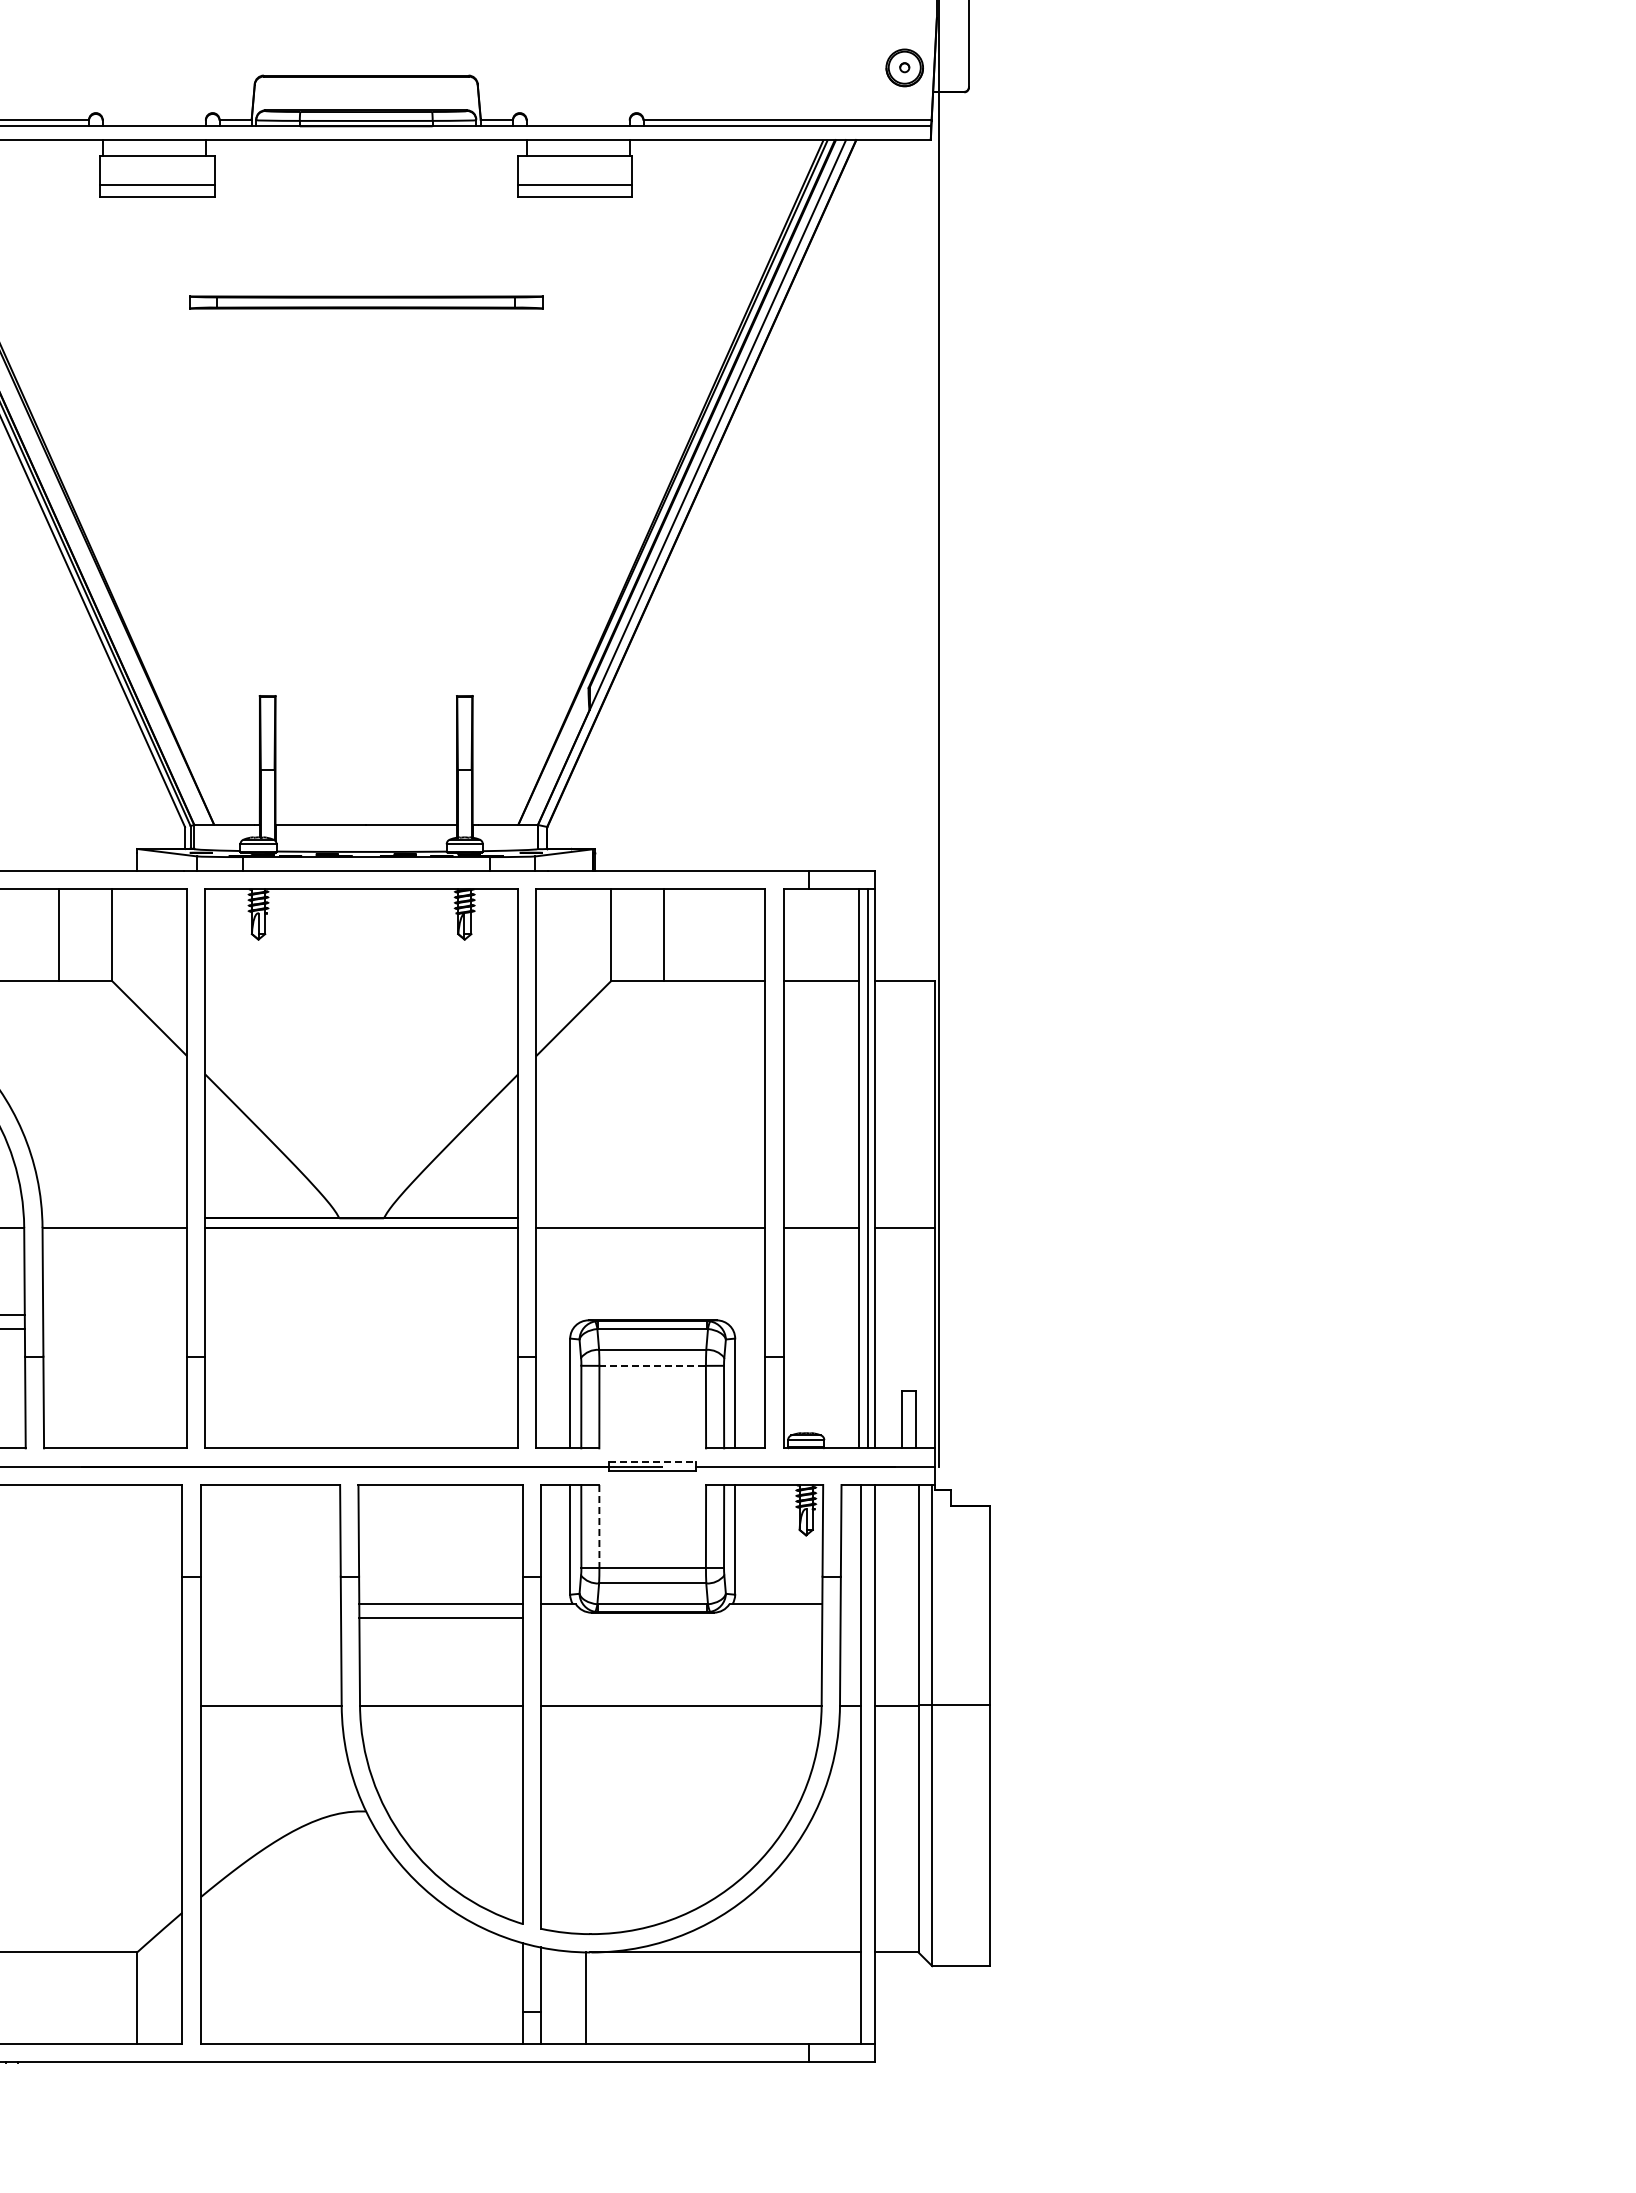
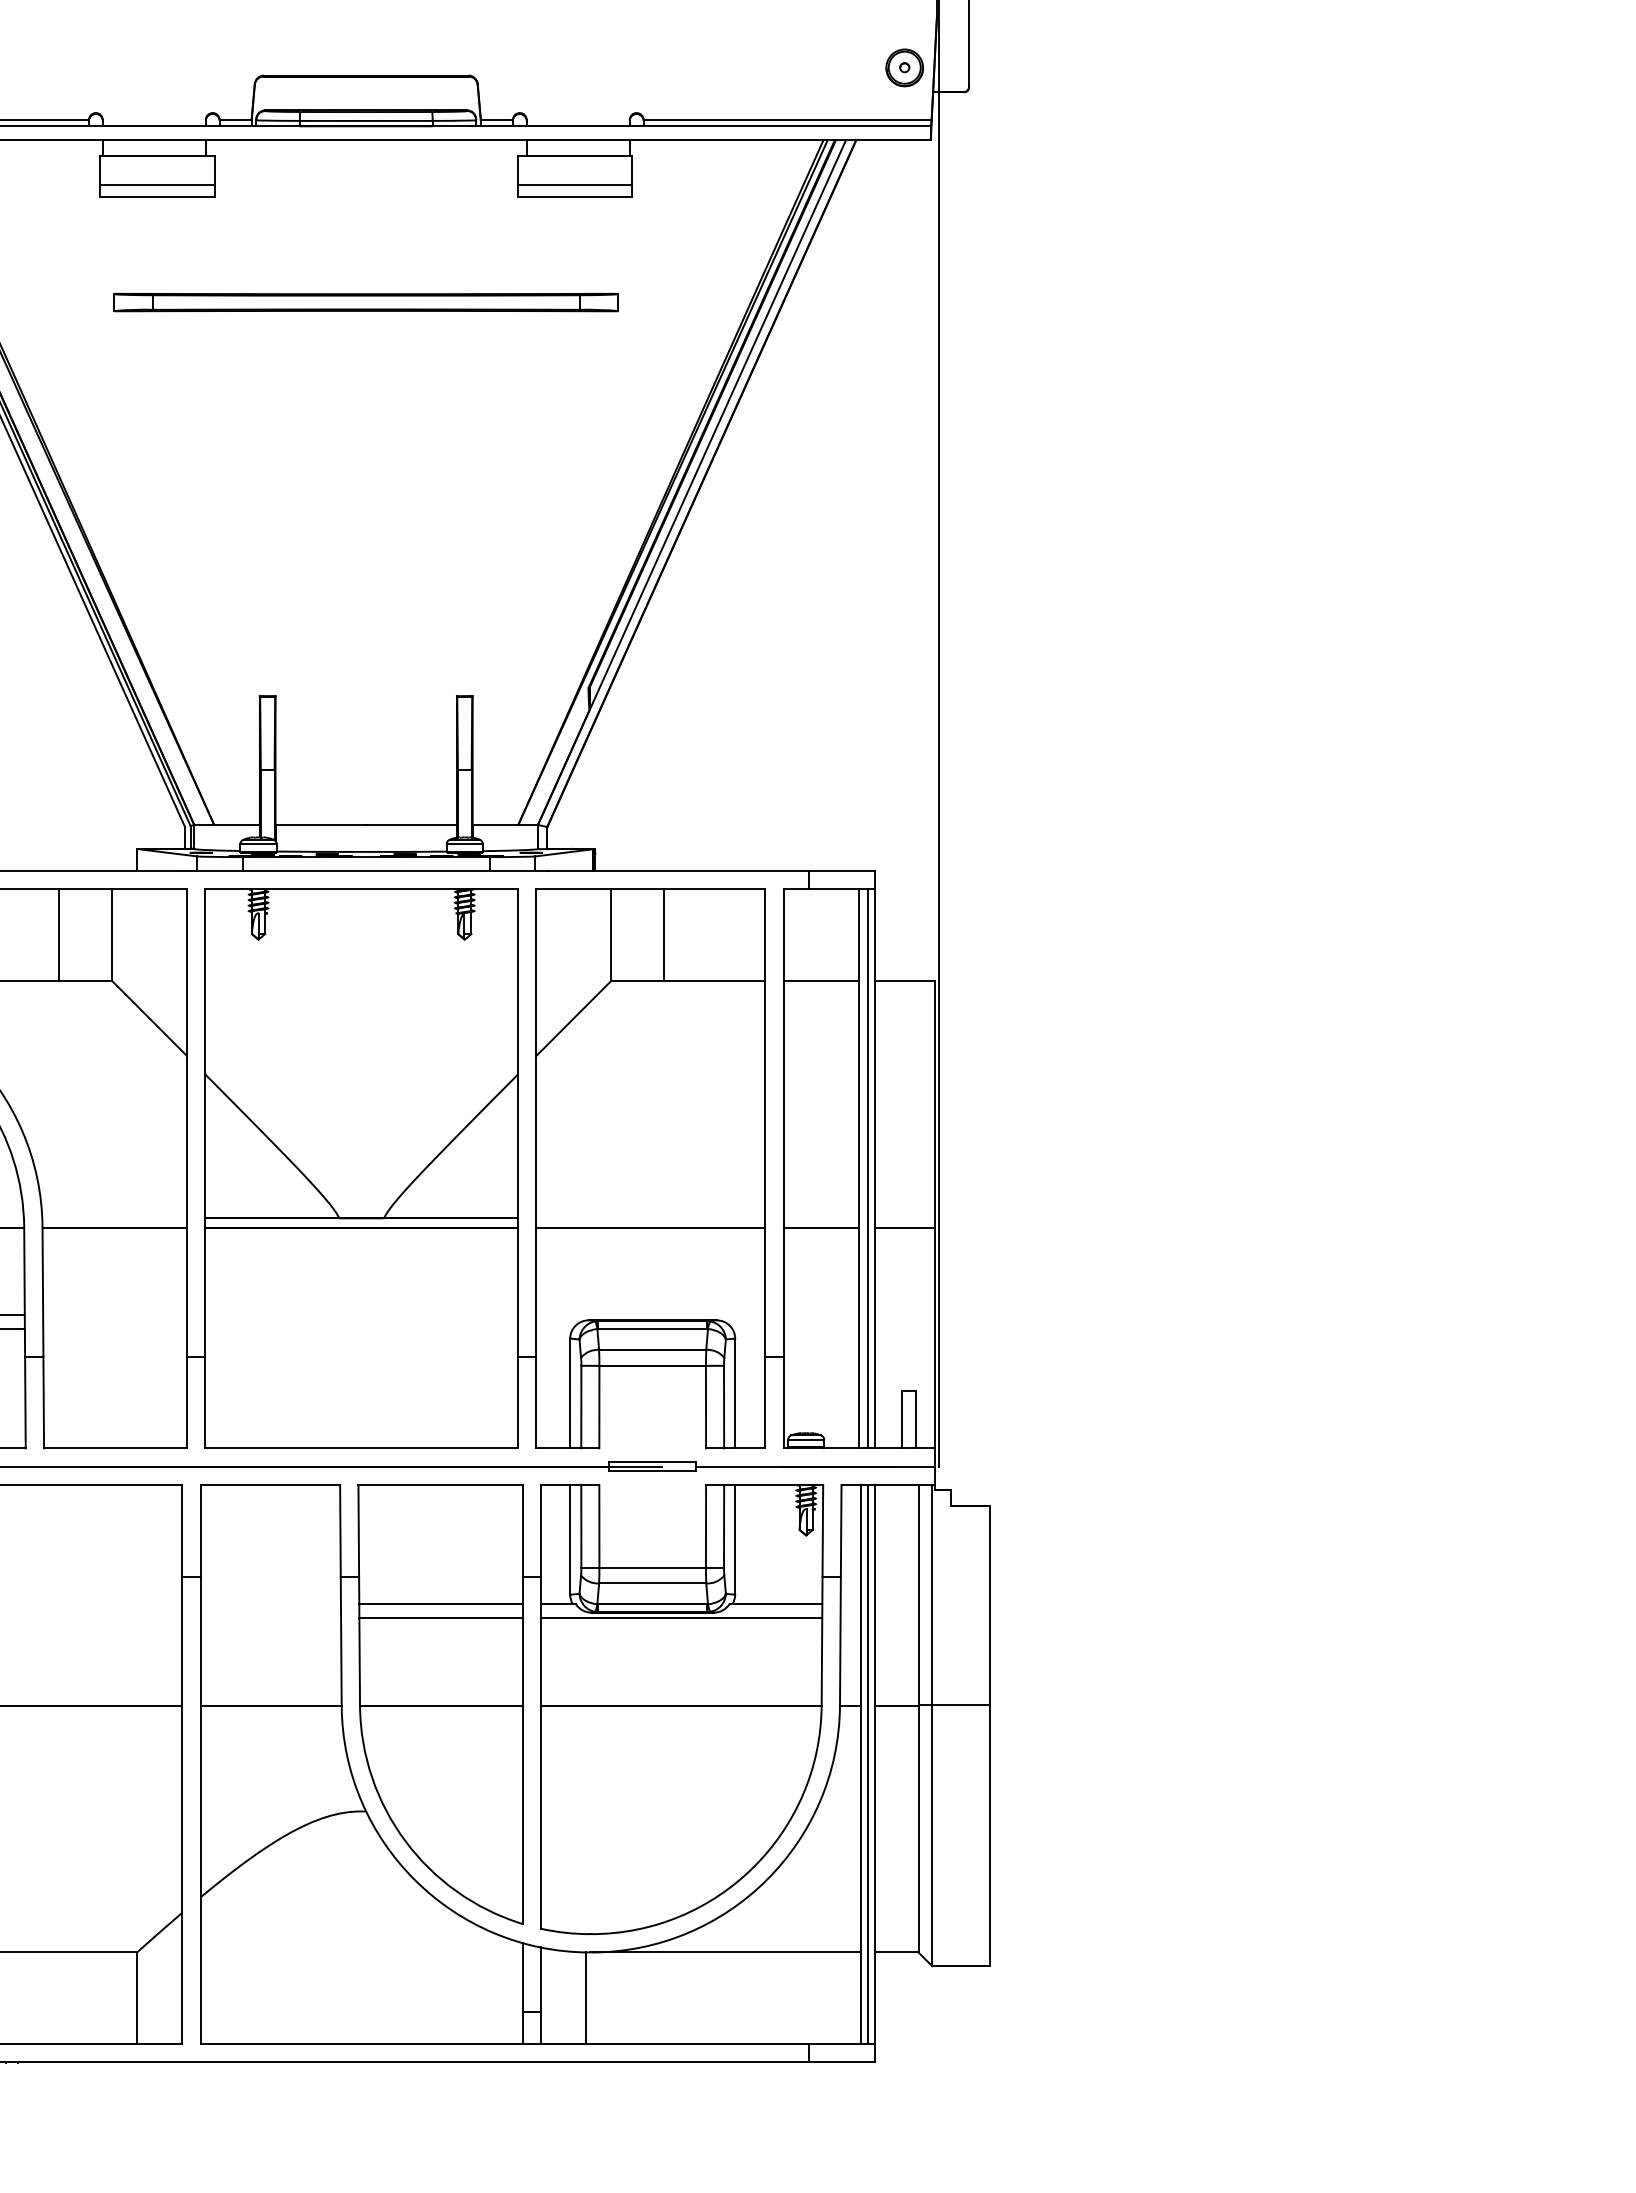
part at (366, 302) size: 355x15 px -> 506x21 px
line at (653, 1365): dashed -> solid
line at (652, 1462): dashed -> solid
line at (599, 1526): dashed -> solid
line at (681, 1618): none -> present
line at (92, 1705): none -> present
line at (868, 1764): none -> present
